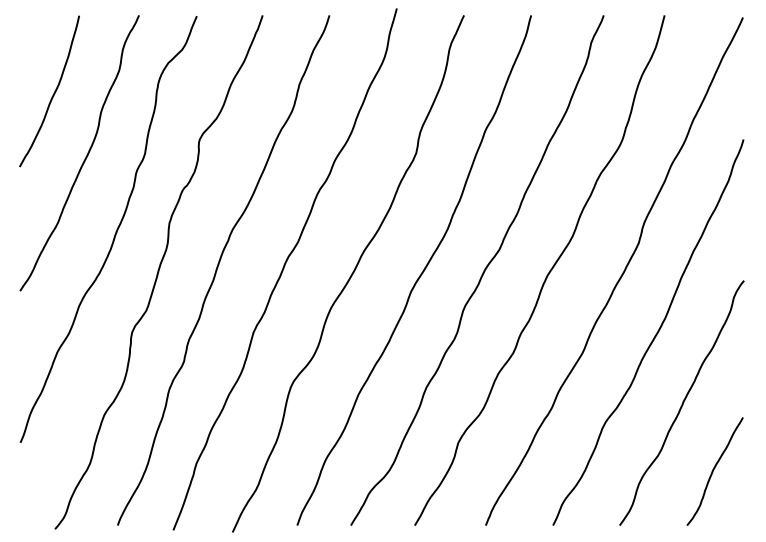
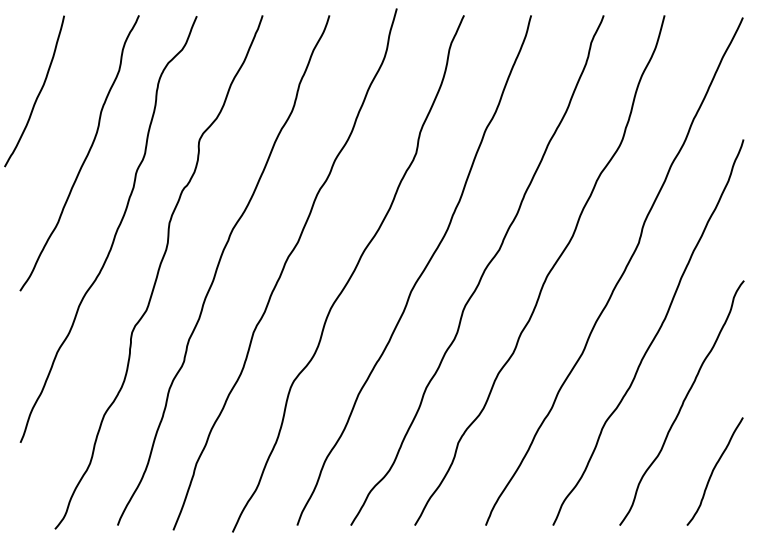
curve at (53, 93) position: (53, 93) -> (38, 93)
